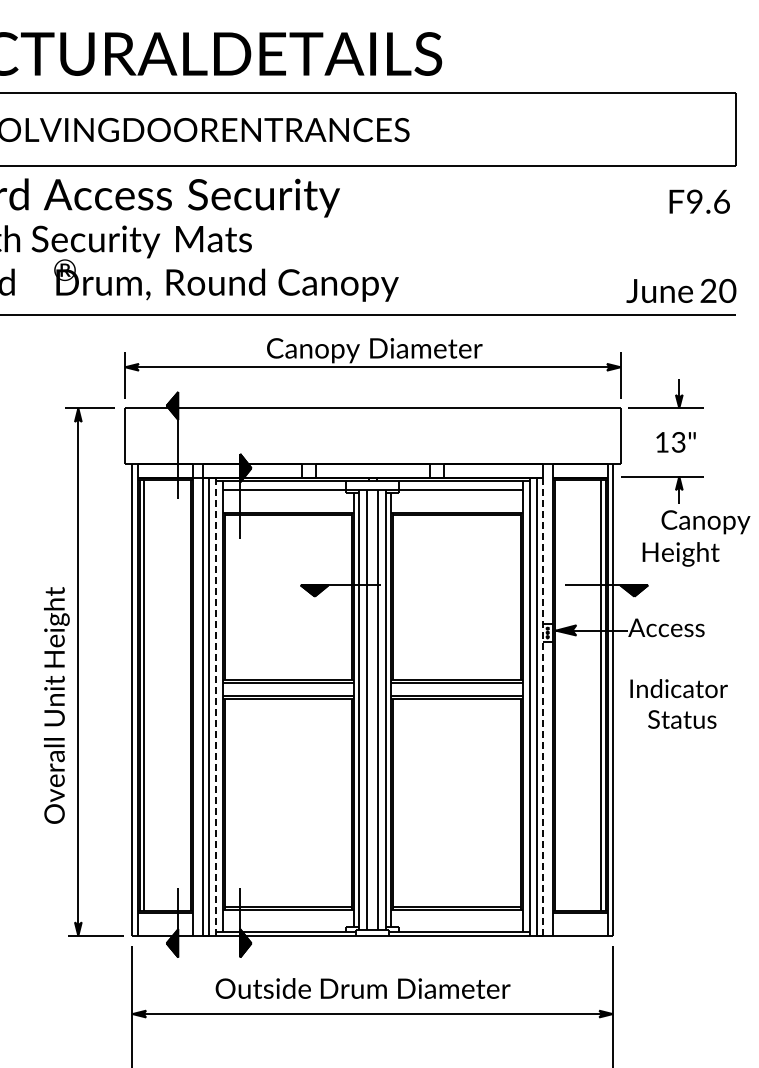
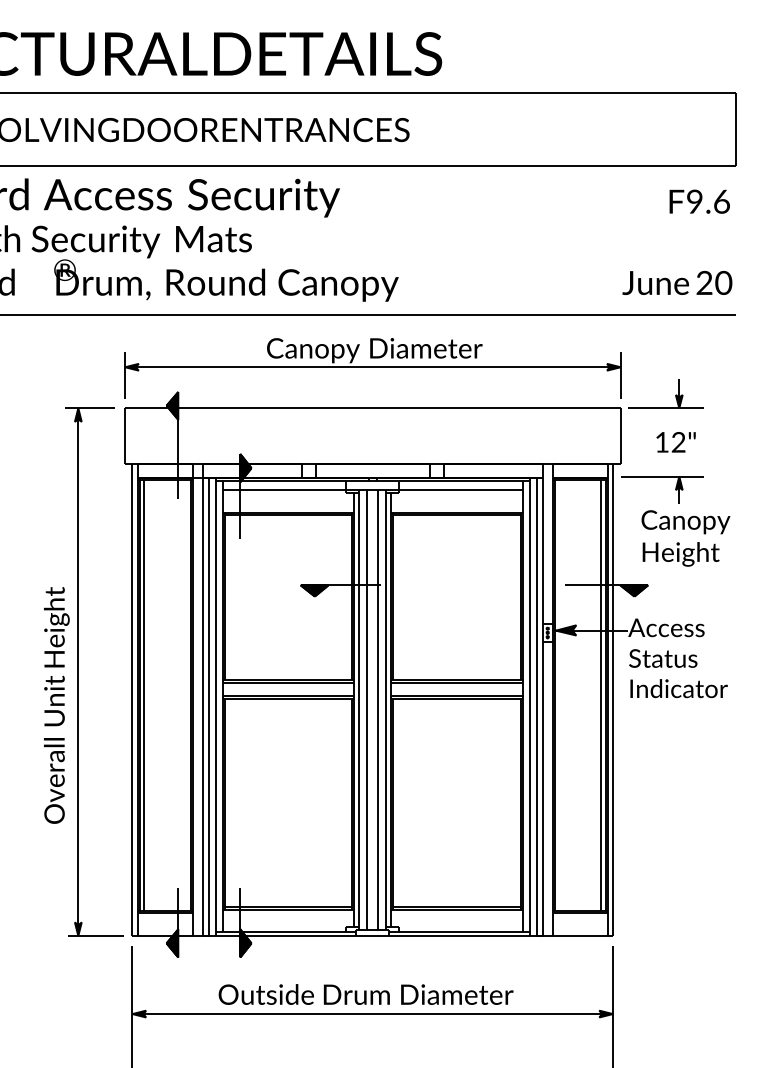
text at (681, 290) position: (681, 290) -> (677, 282)
text at (678, 444): 13" -> 12"
text at (705, 522) position: (705, 522) -> (685, 522)
line at (215, 706): dashed -> solid
line at (542, 707): dashed -> solid
text at (682, 719) position: (682, 719) -> (663, 658)
text at (362, 988) position: (362, 988) -> (365, 994)
